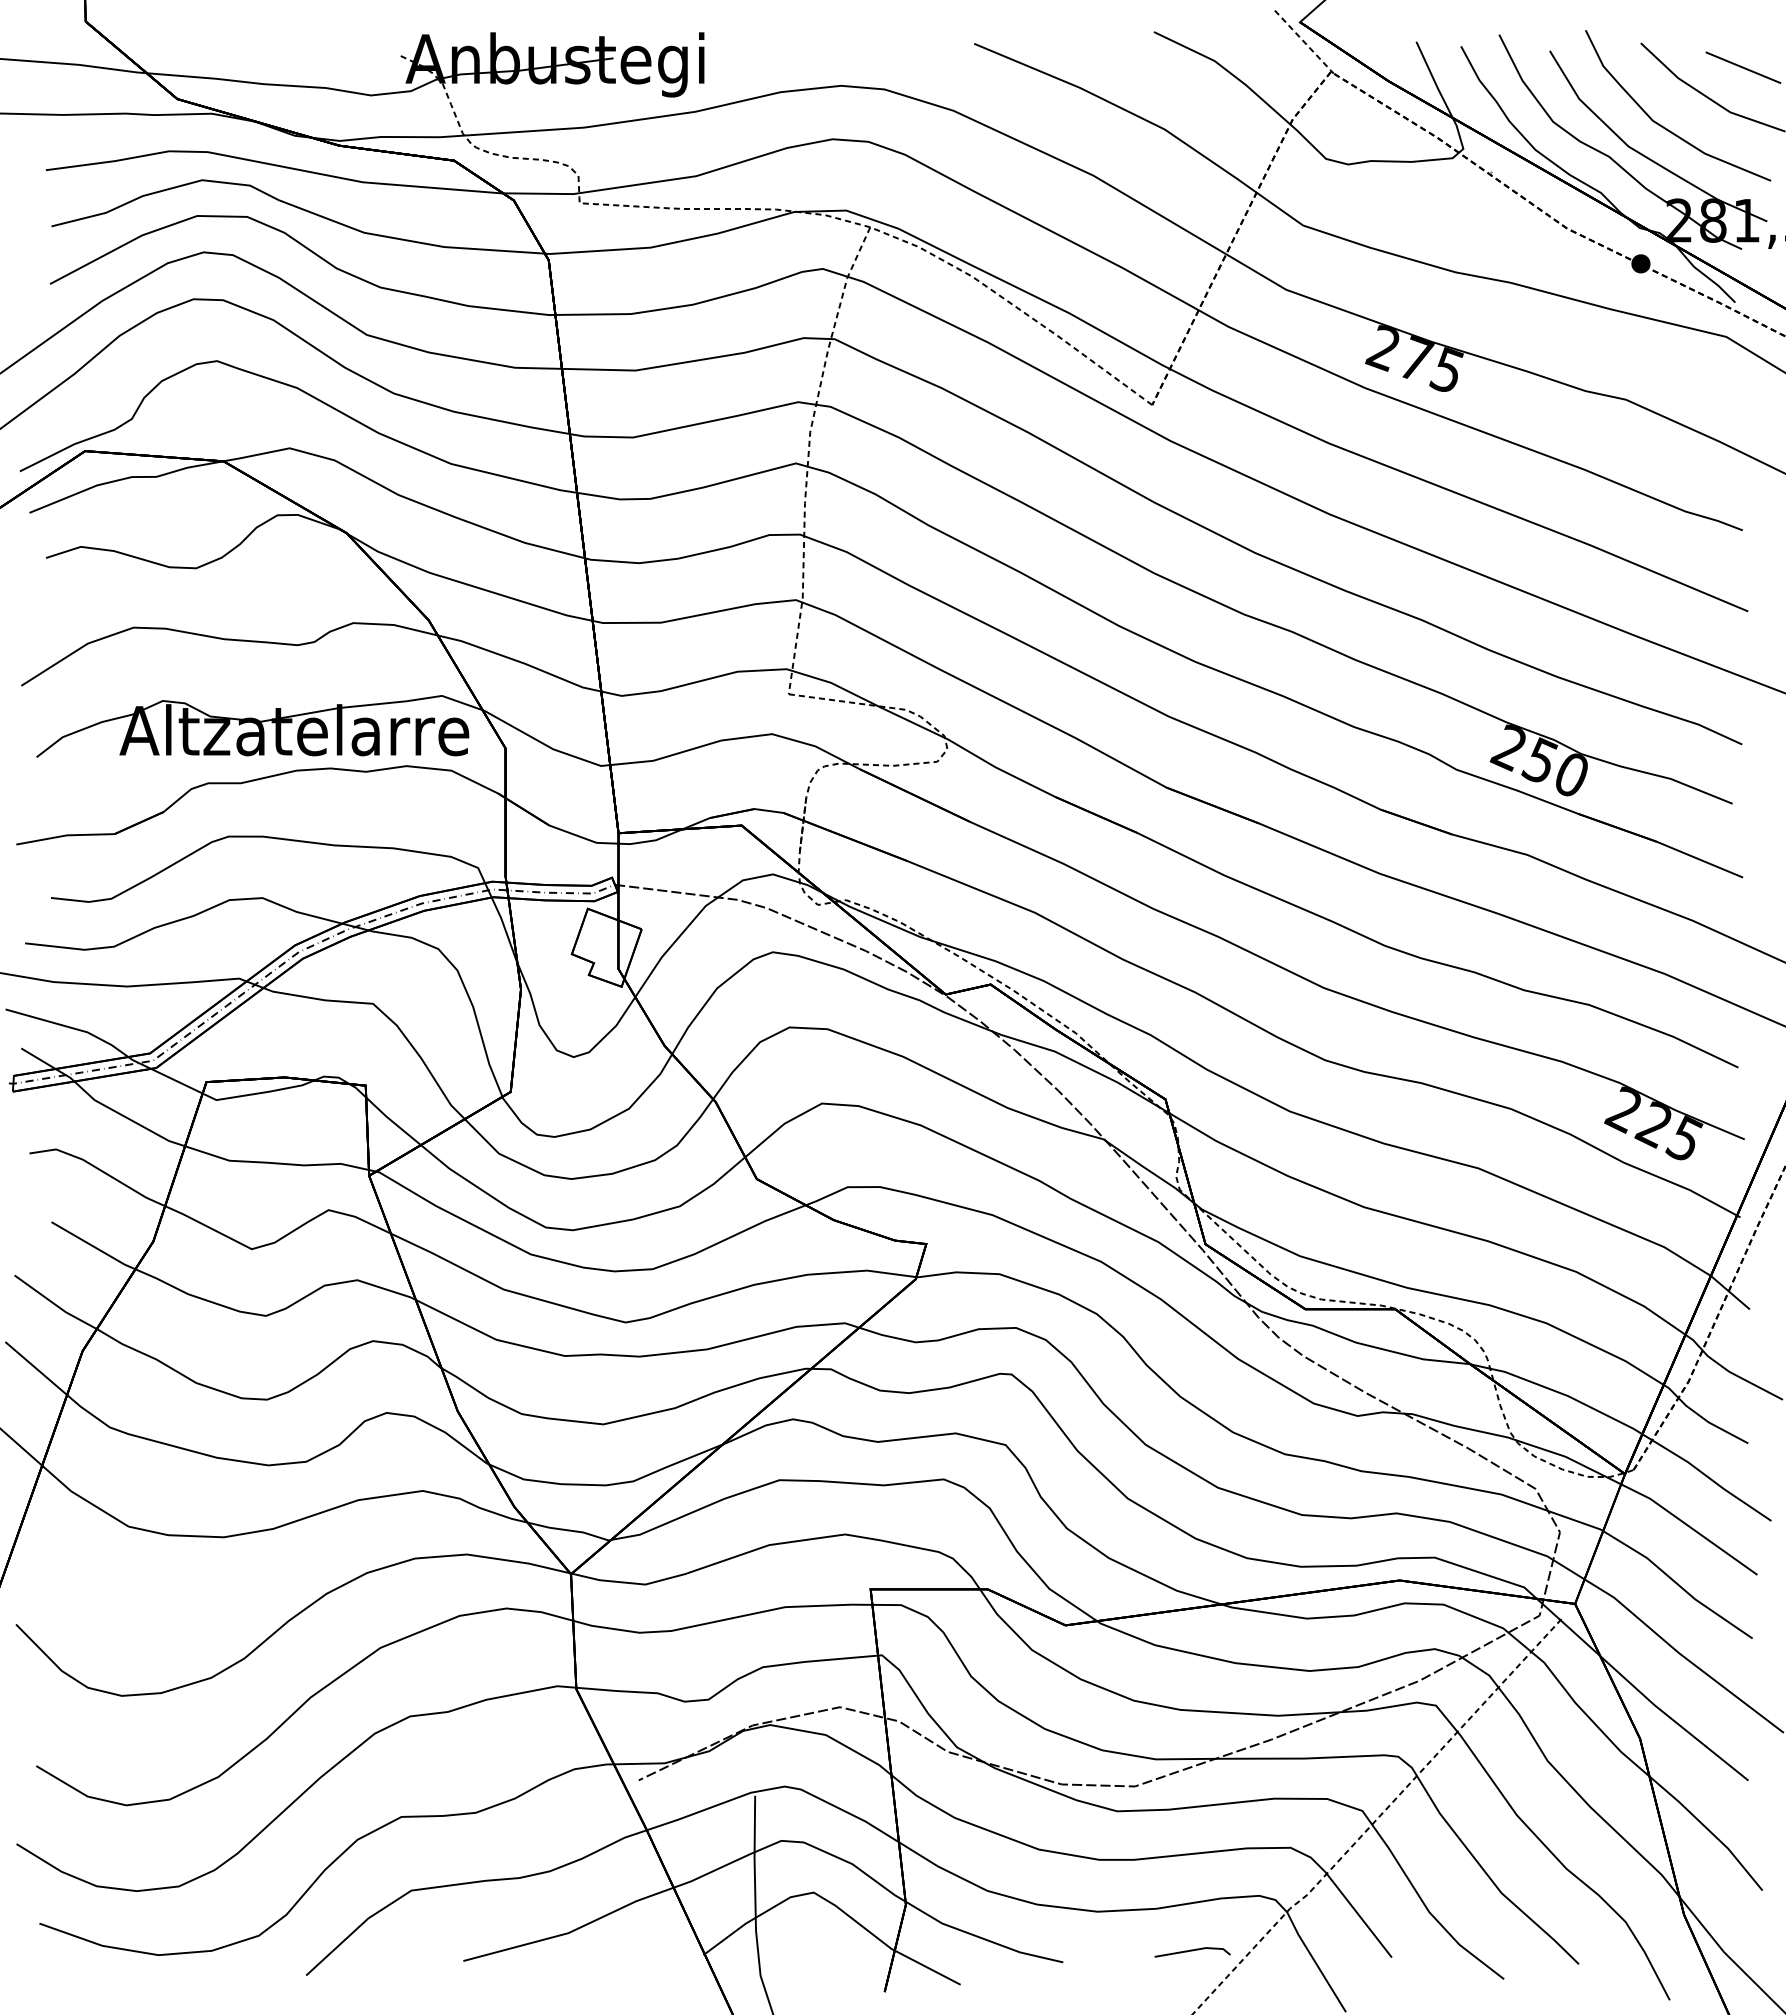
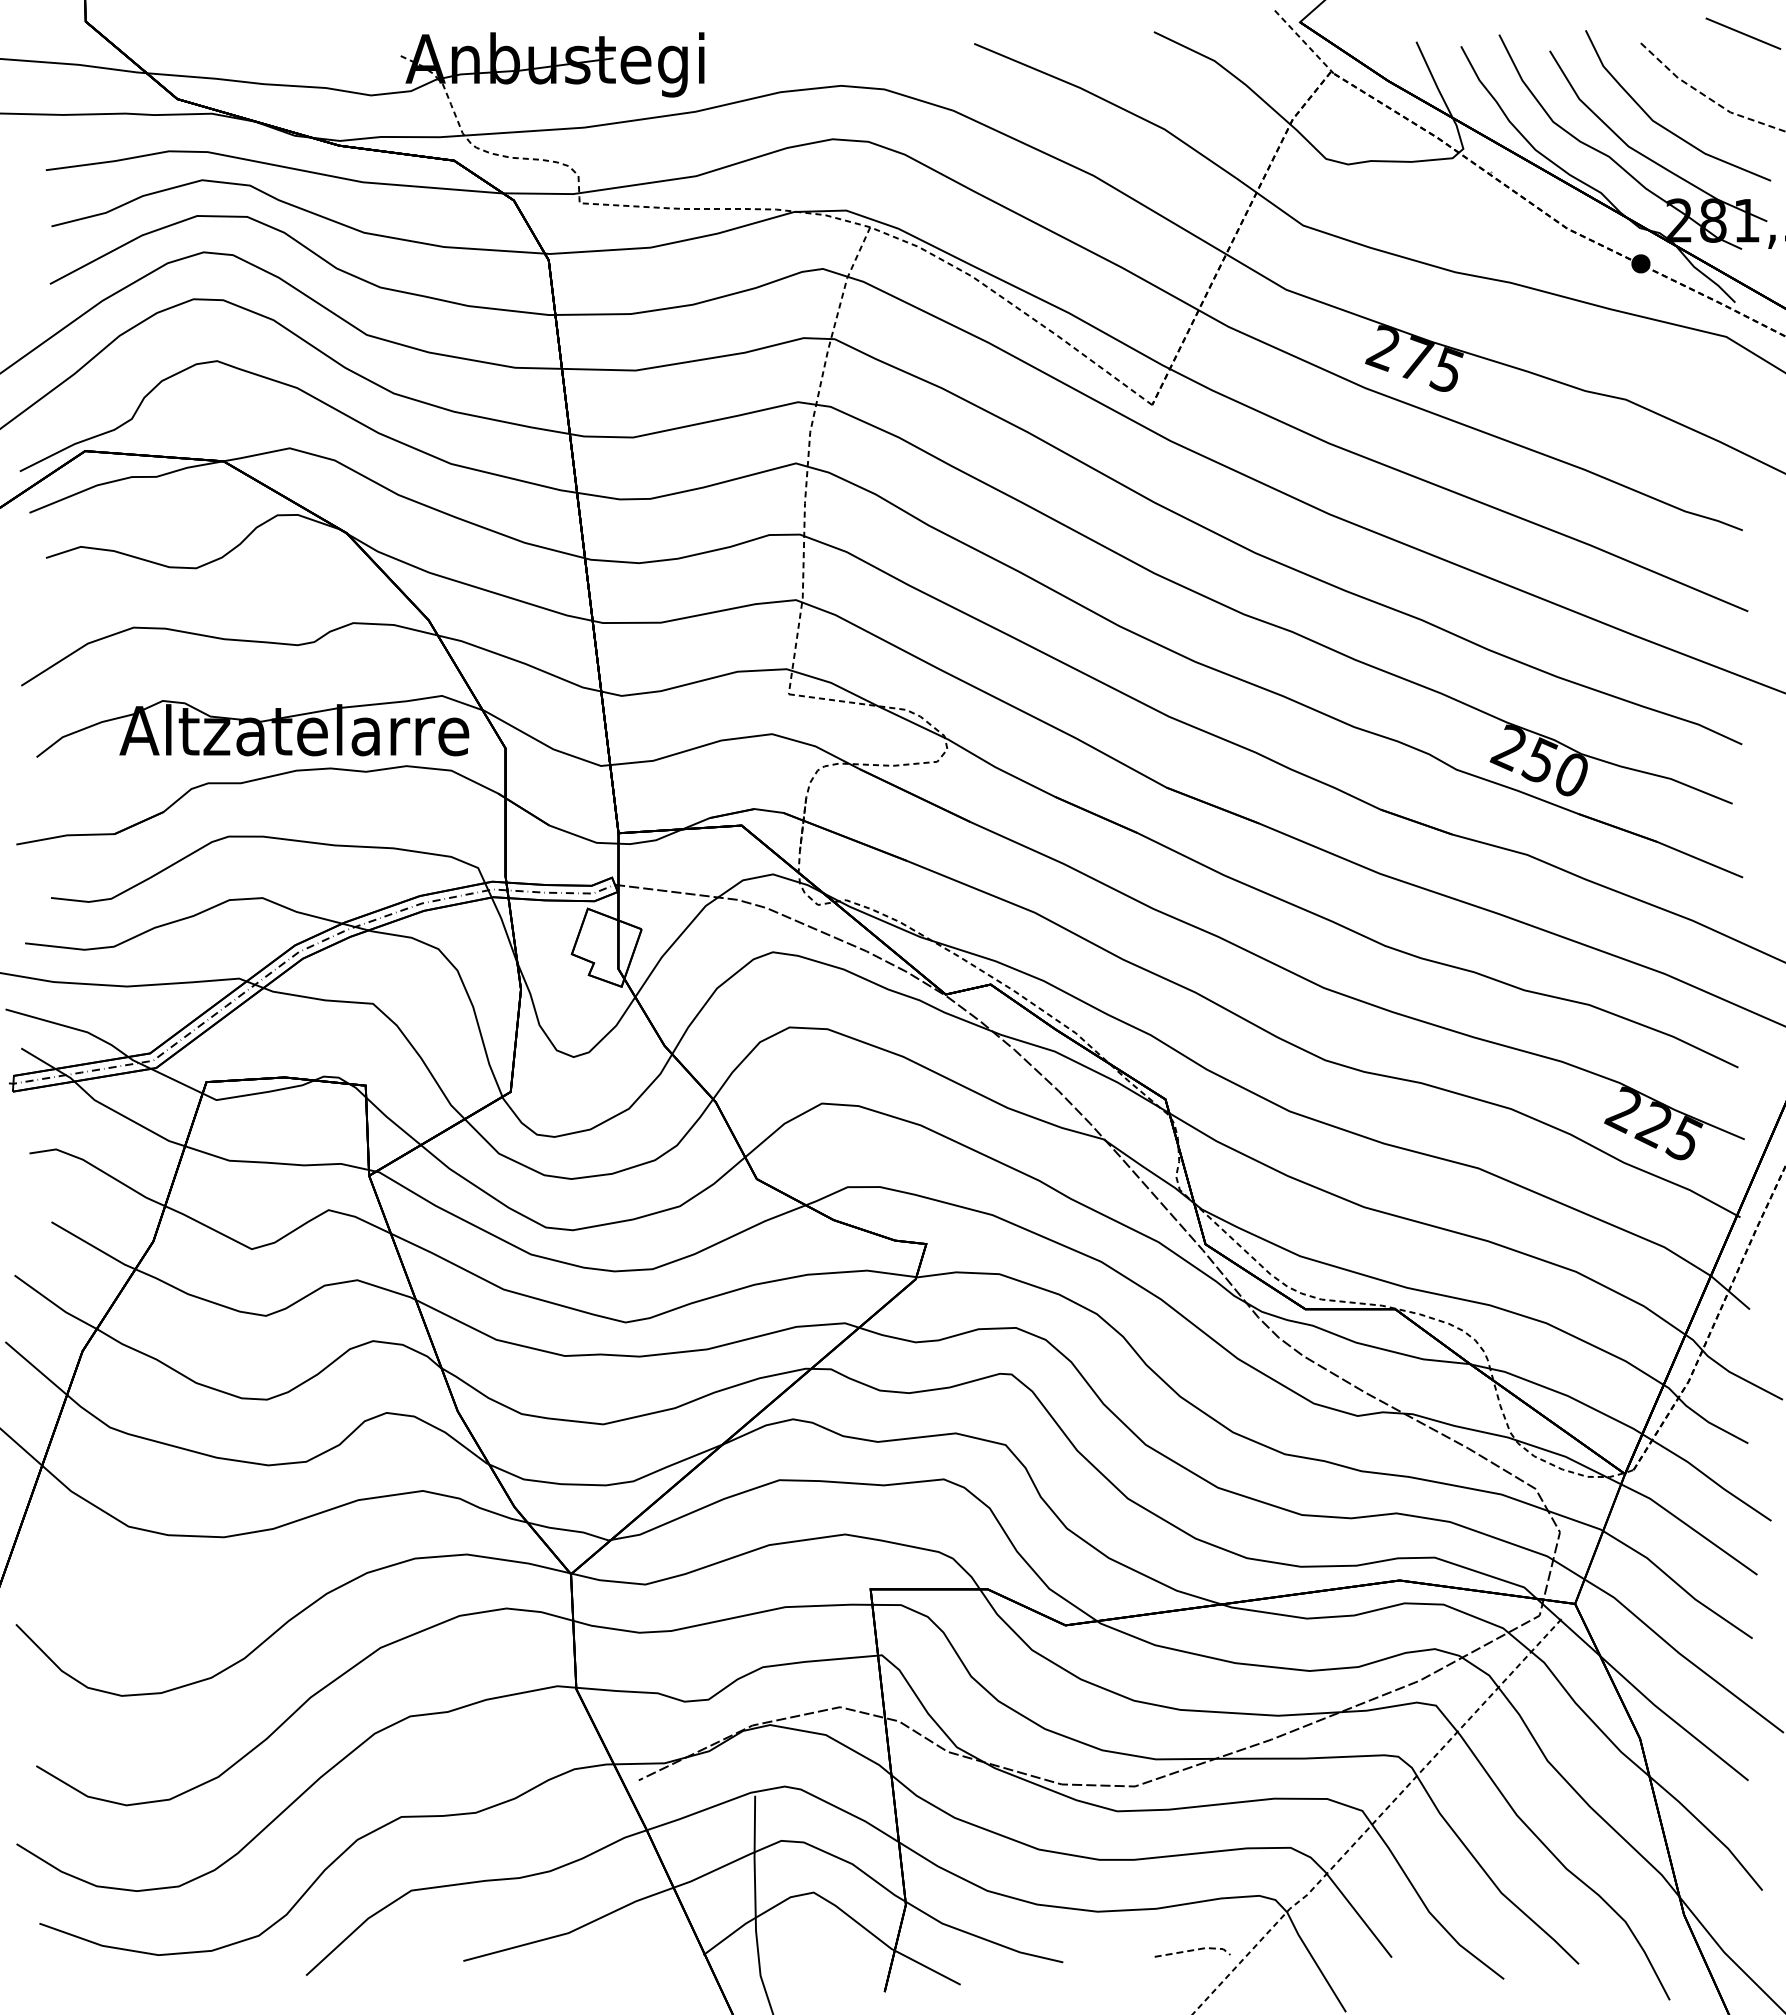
line at (1743, 67) position: (1743, 67) -> (1743, 33)
line at (1707, 97): solid -> dashed
line at (1195, 1949): solid -> dashed
